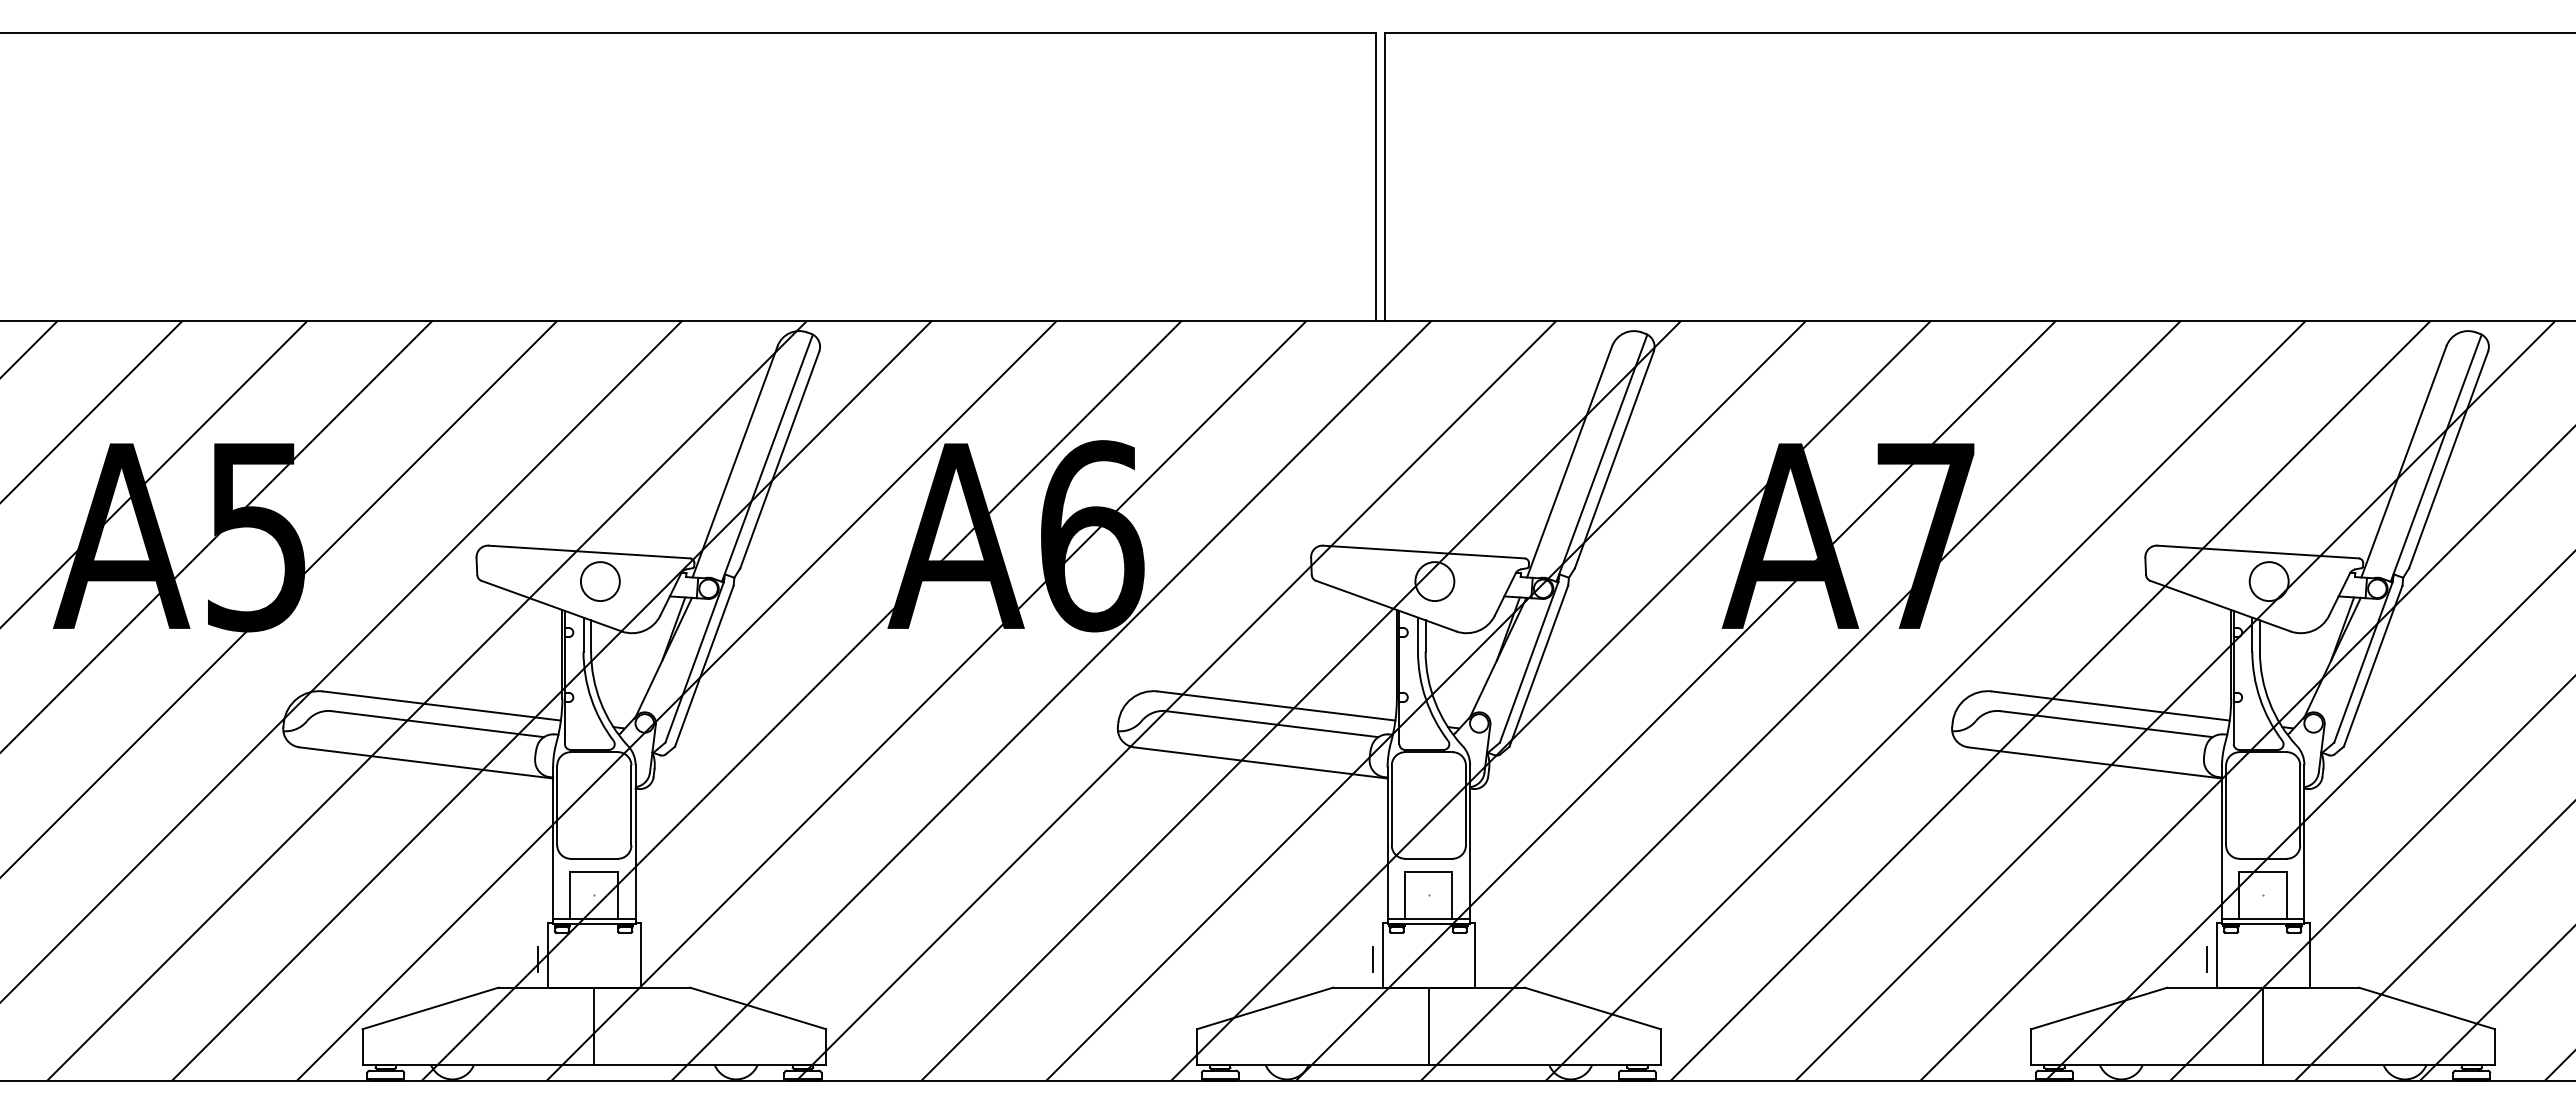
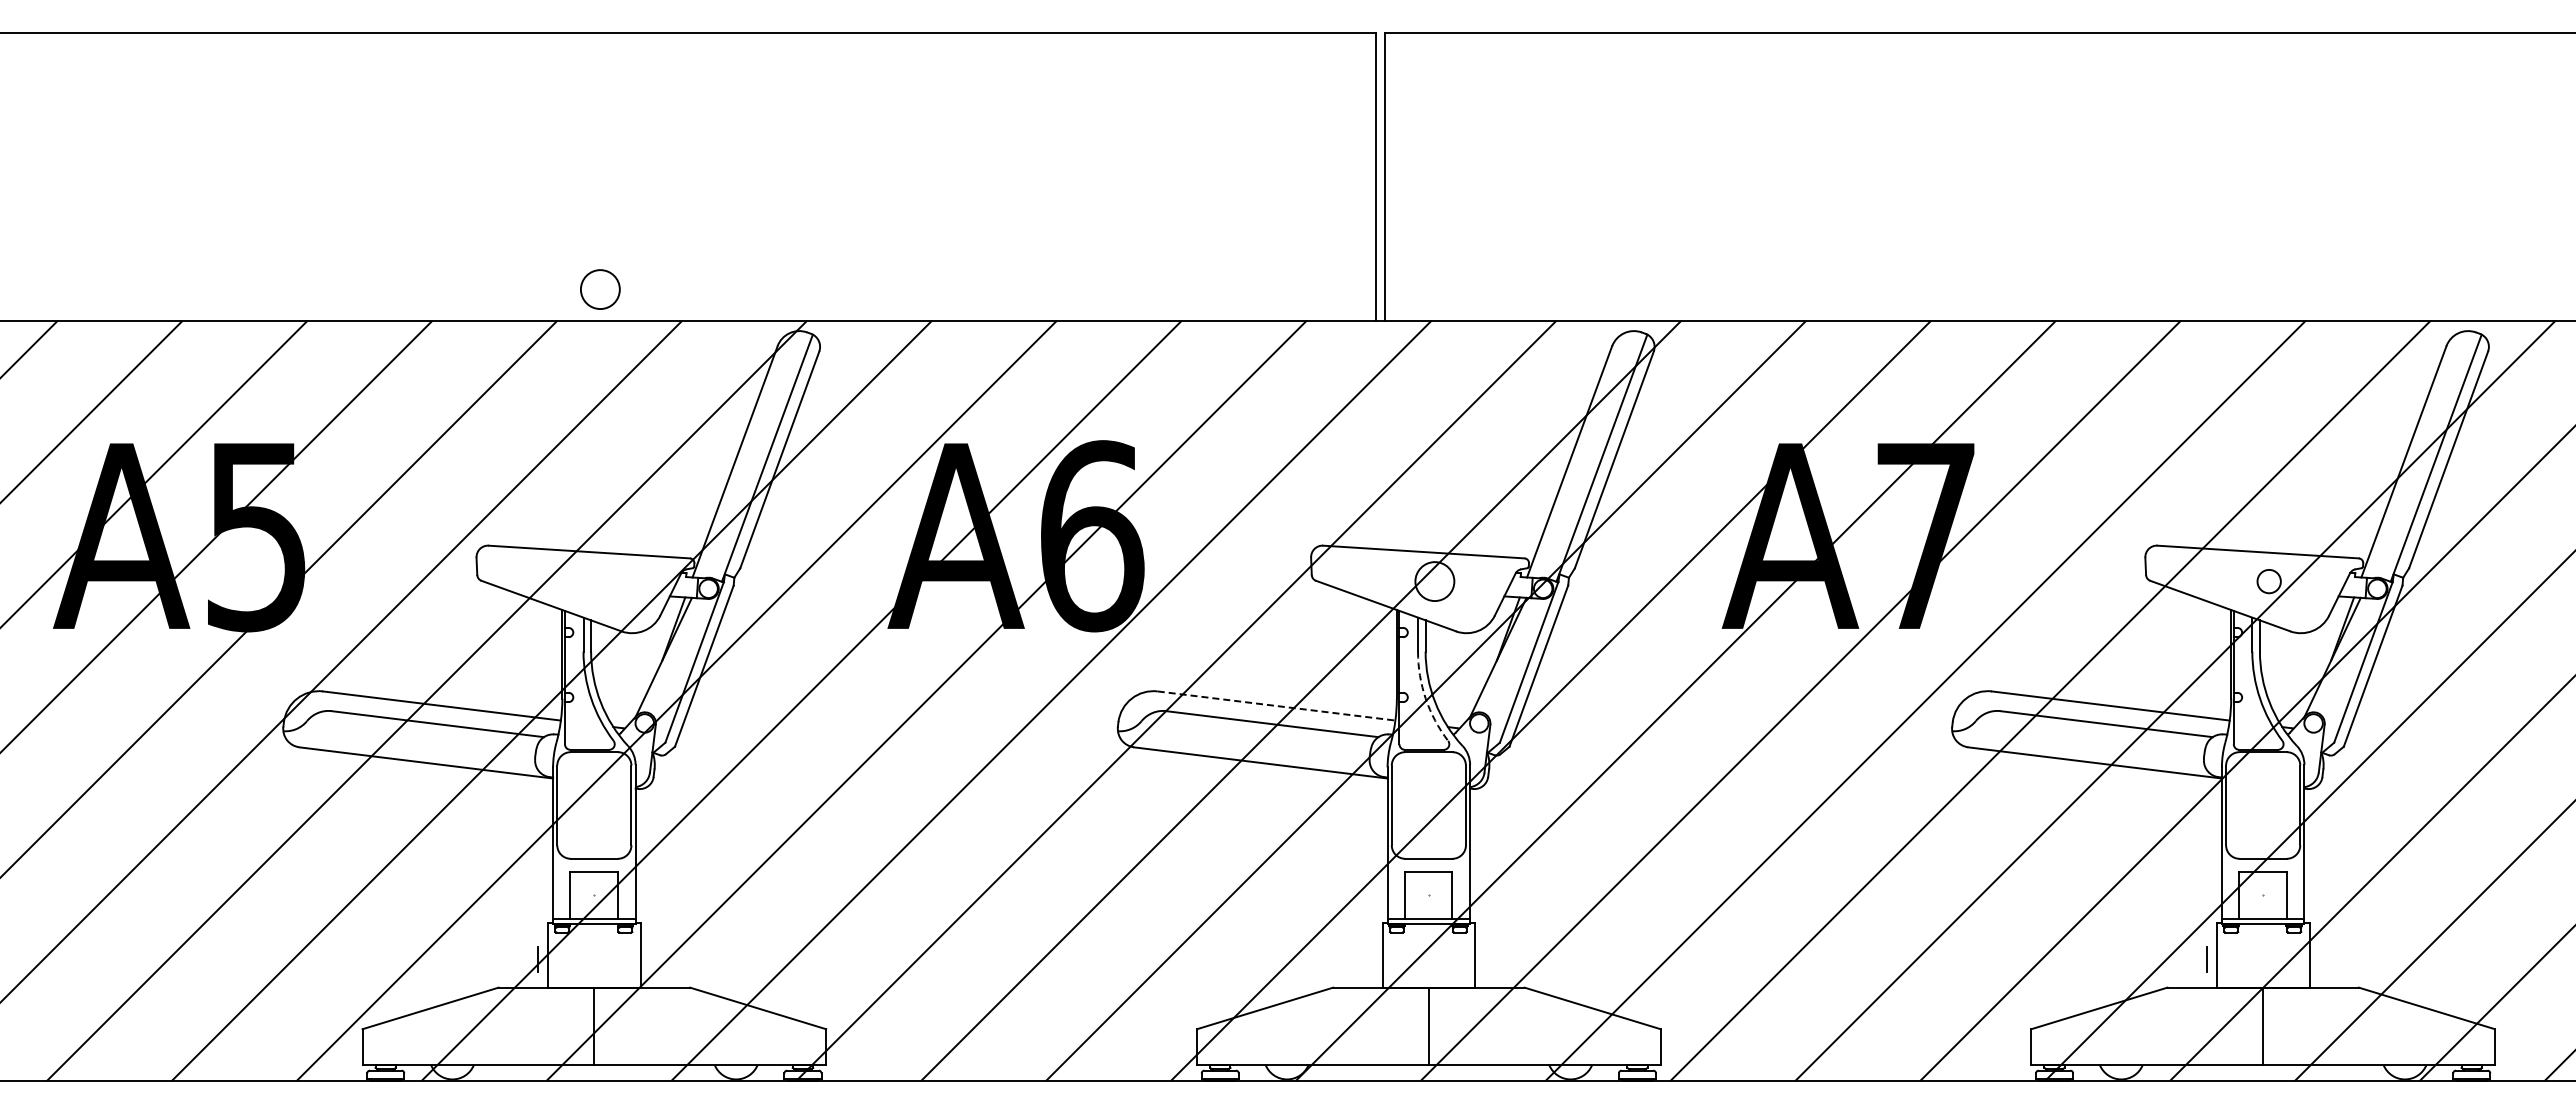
circle at (600, 581) position: (600, 581) -> (600, 289)
circle at (2268, 581) diameter: 39 px -> 23 px
arc at (1425, 698): solid -> dashed
line at (1276, 706): solid -> dashed
line at (1373, 959): present -> none
